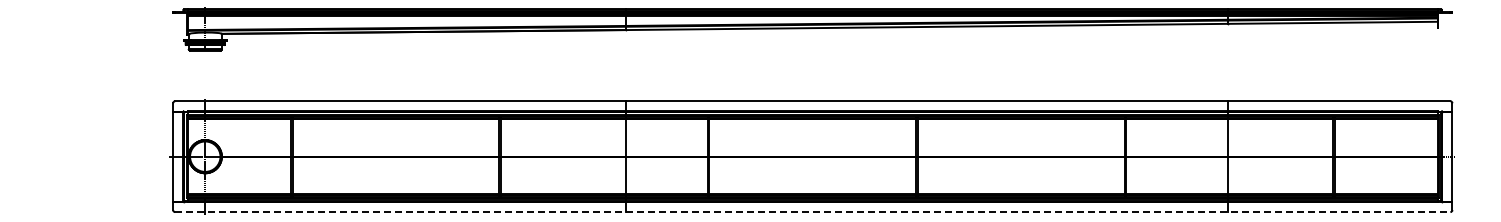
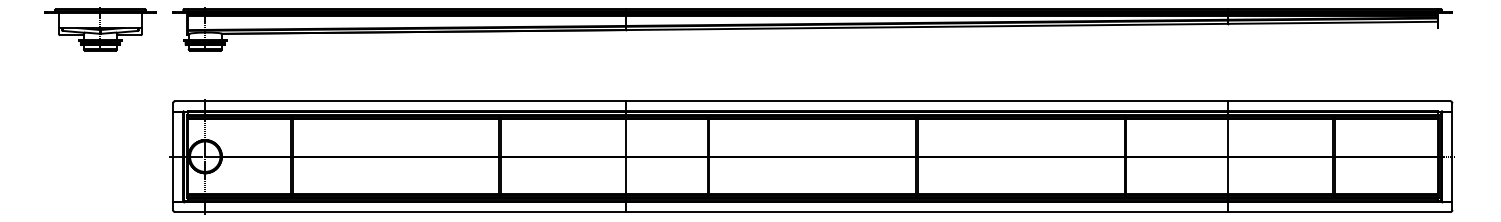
part at (100, 29): none -> present
line at (812, 212): dashed -> solid
